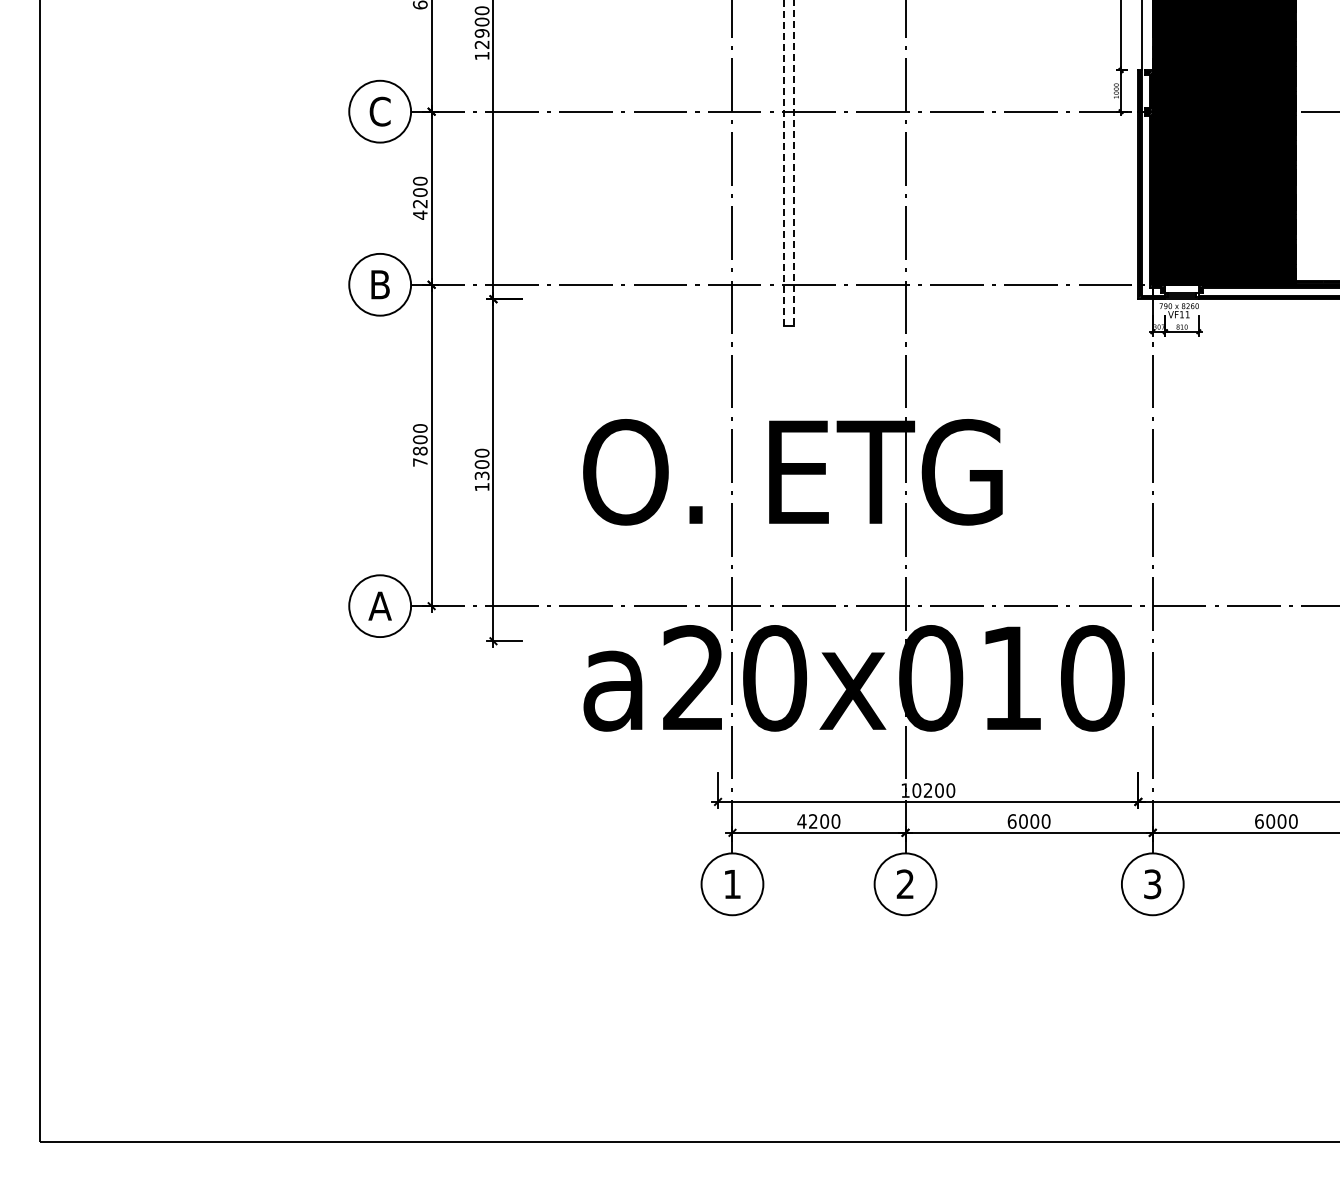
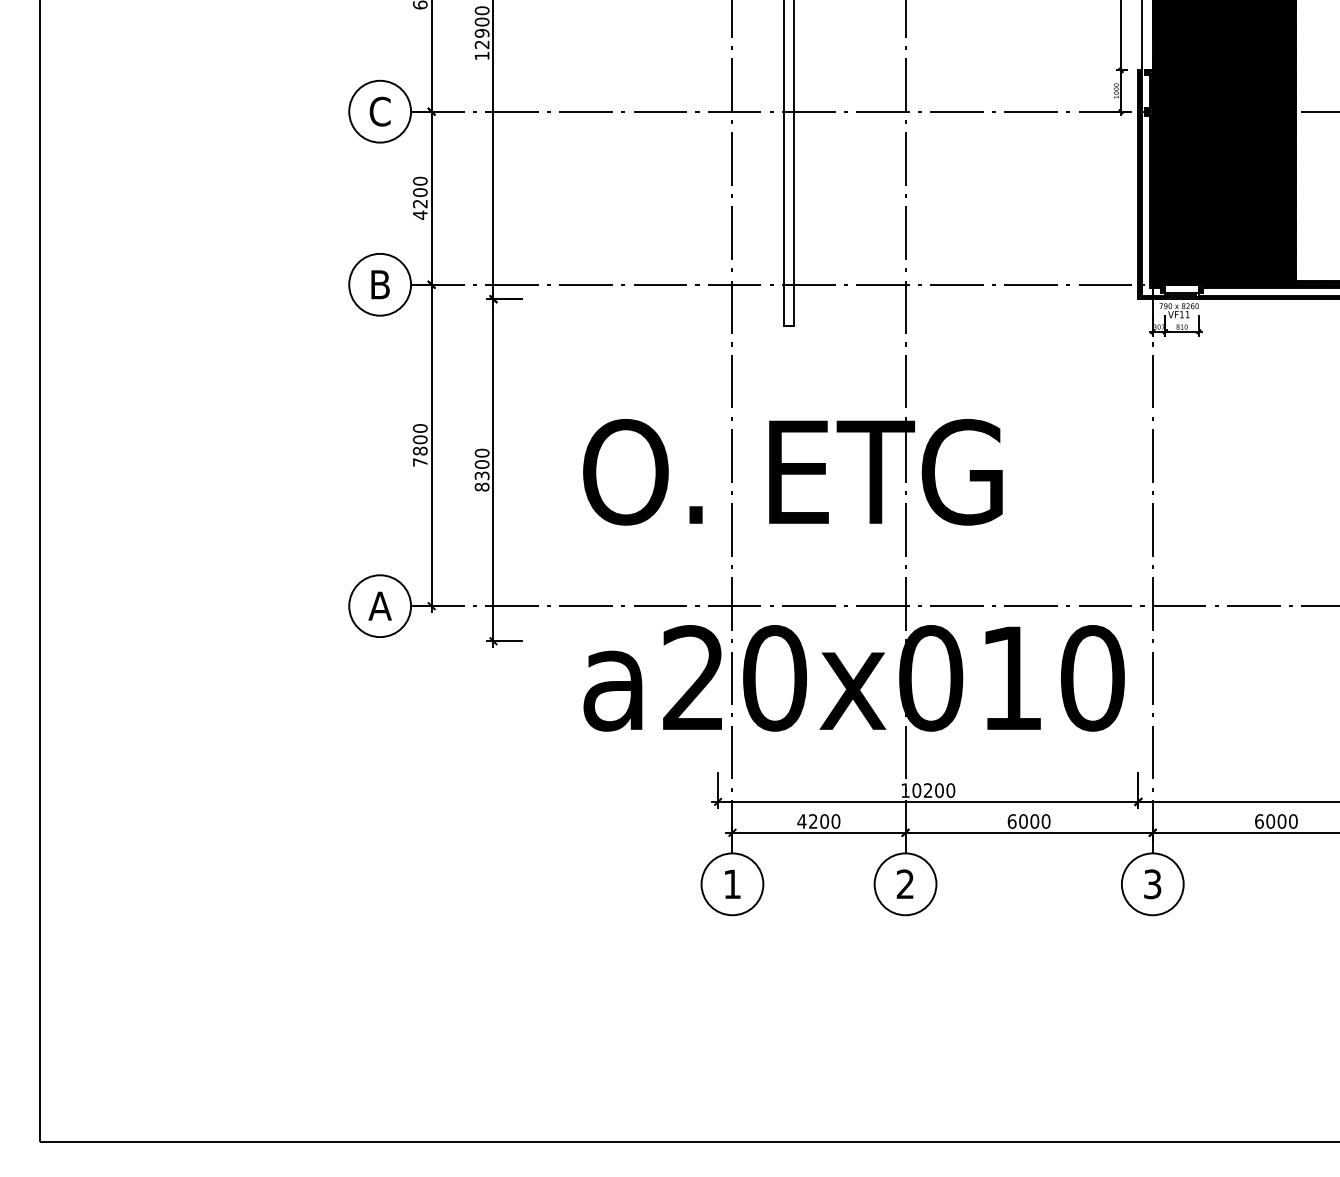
line at (783, 163): dashed -> solid
line at (794, 163): dashed -> solid
text at (481, 486): 1300 -> 8300
